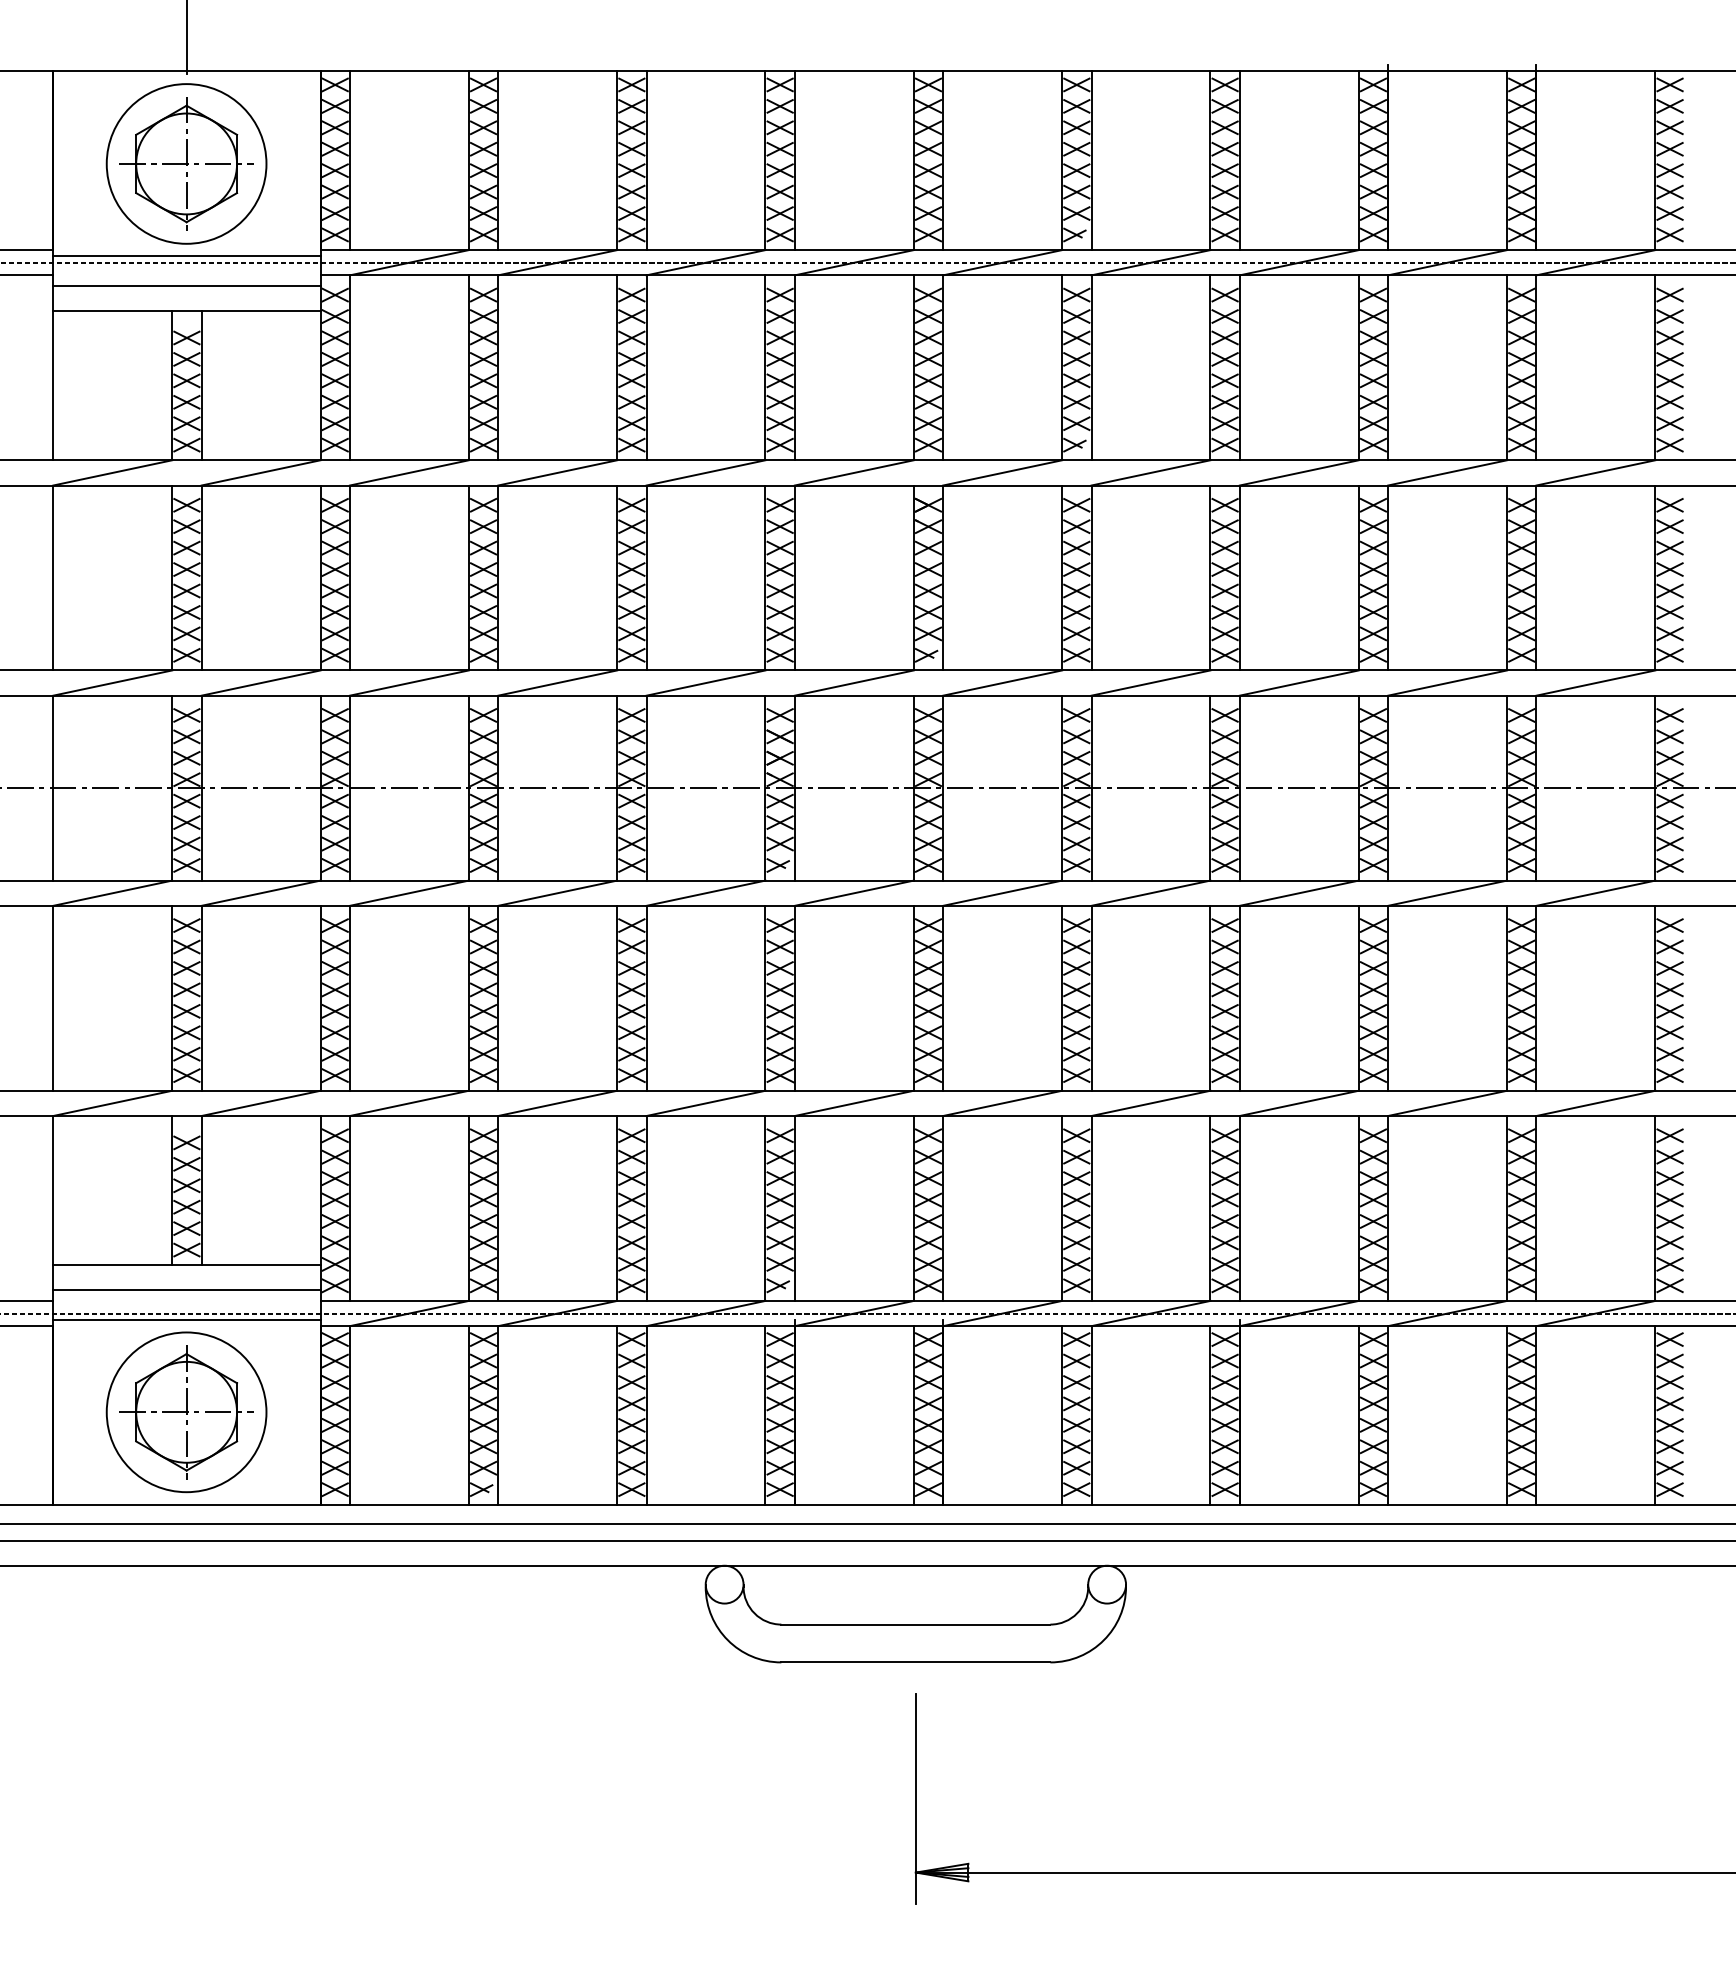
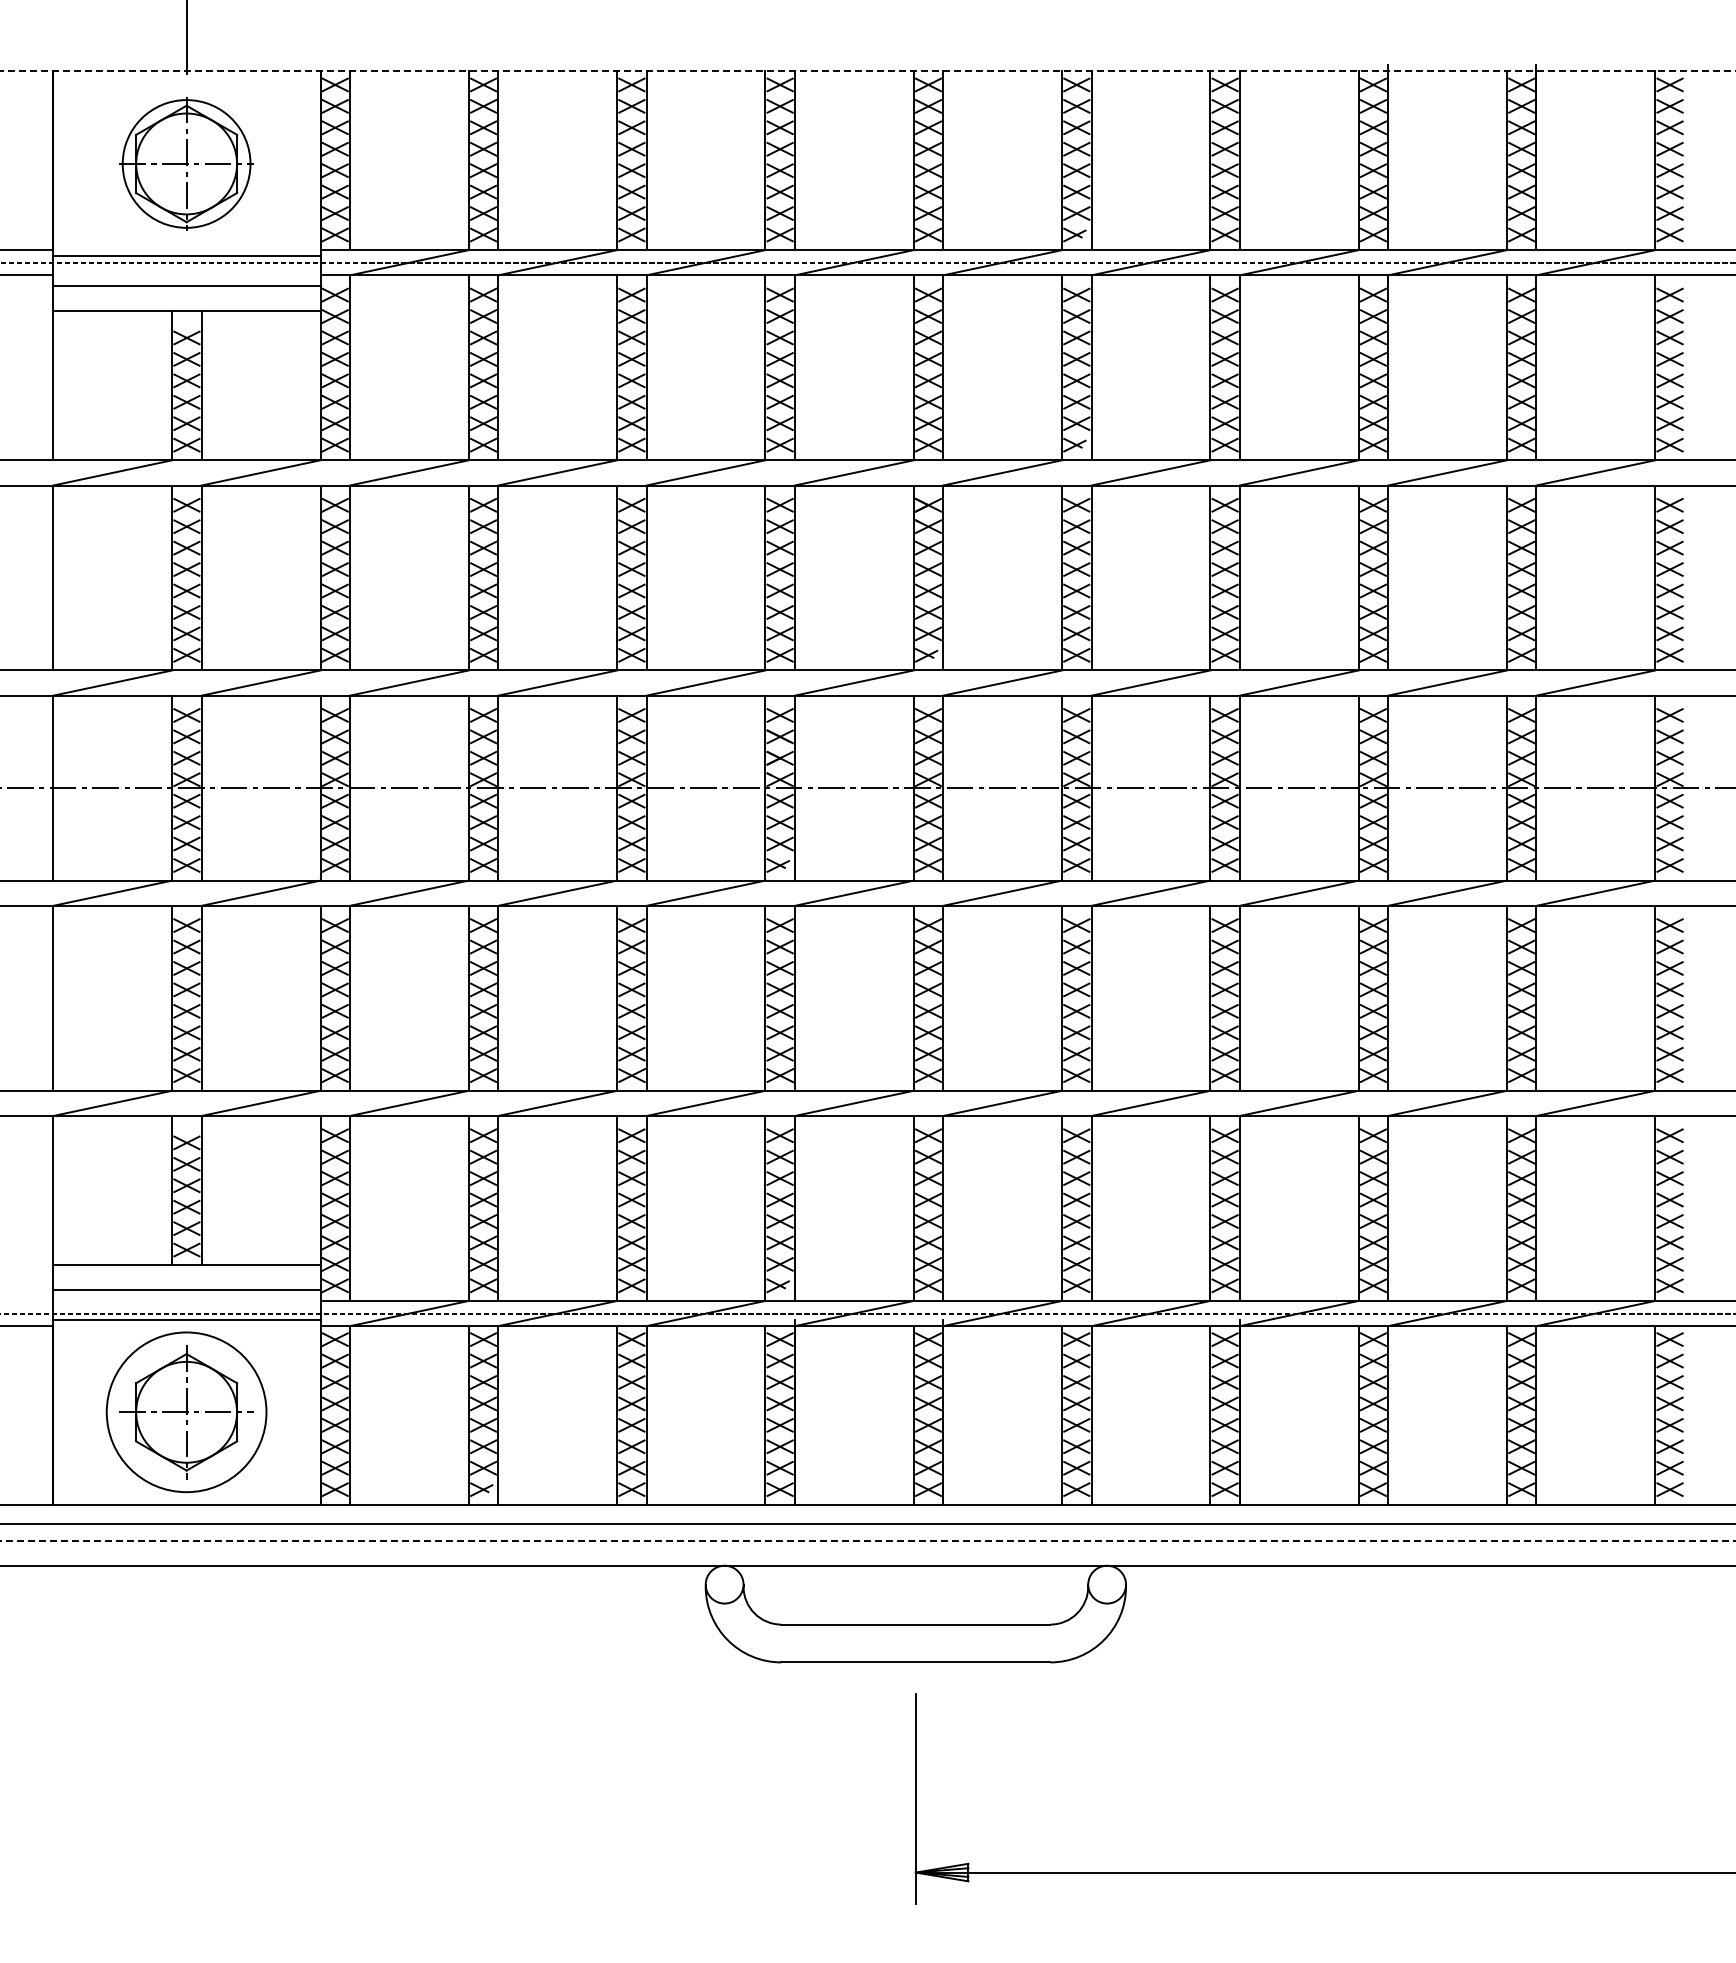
line at (868, 71): solid -> dashed
circle at (186, 163) diameter: 160 px -> 128 px
line at (27, 1300): present -> none
line at (868, 1540): solid -> dashed
